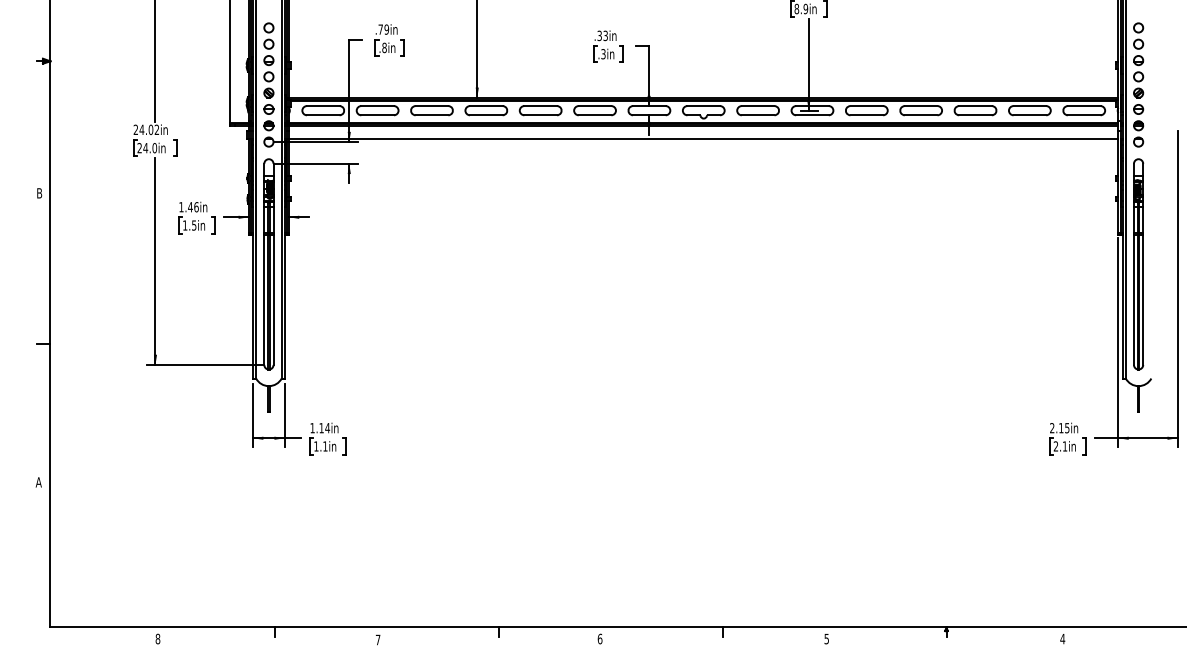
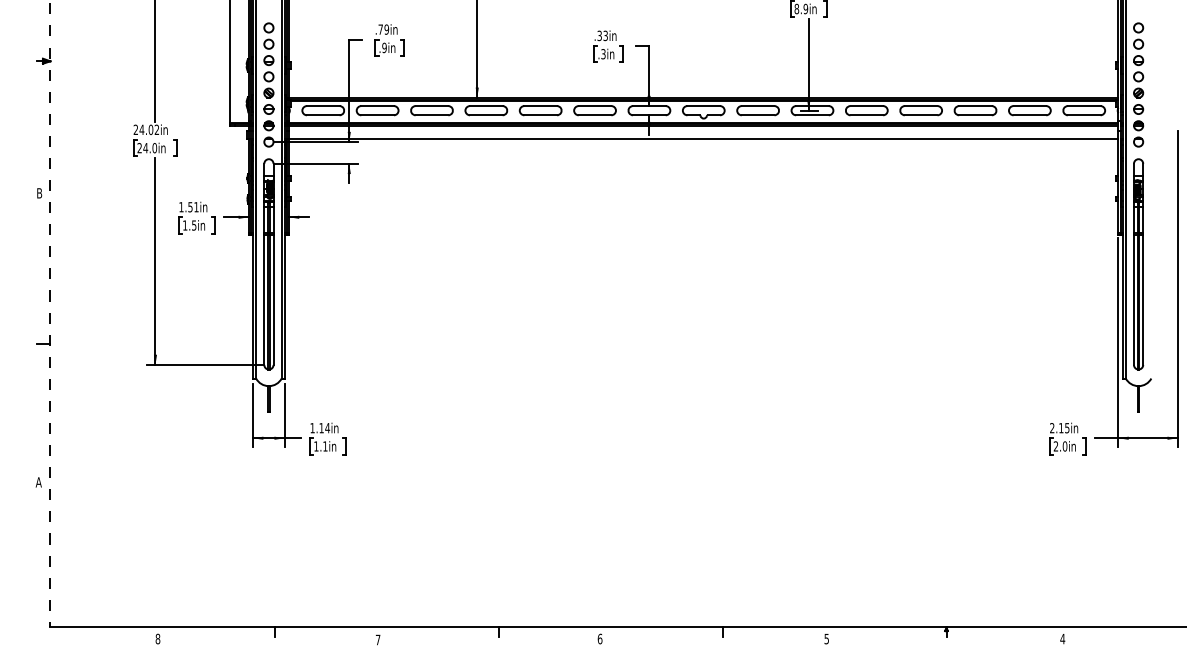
text at (384, 48): .8in -> .9in
text at (193, 207): 1.46in -> 1.51in
line at (50, 314): solid -> dashed
text at (1064, 446): 2.1in -> 2.0in
